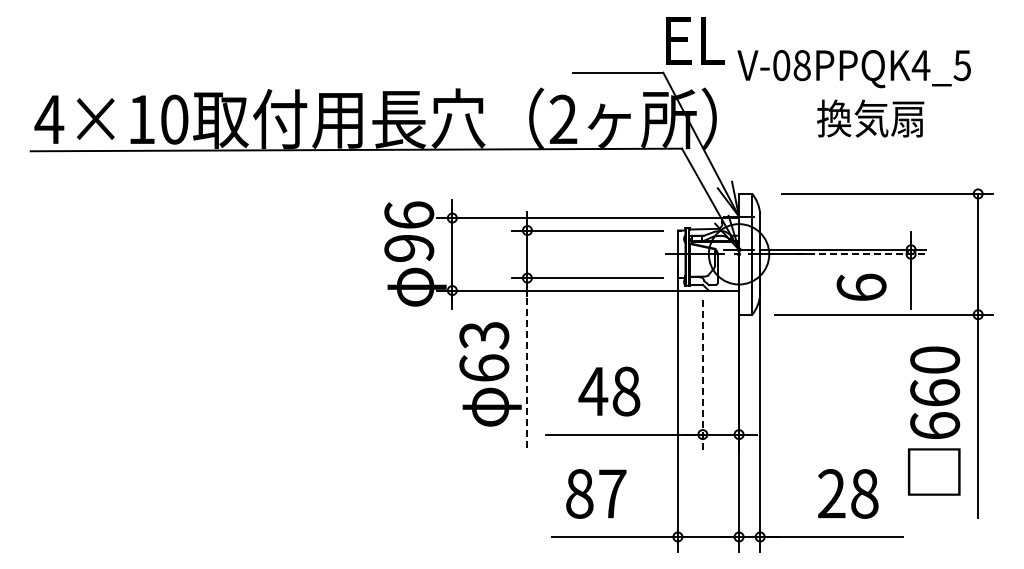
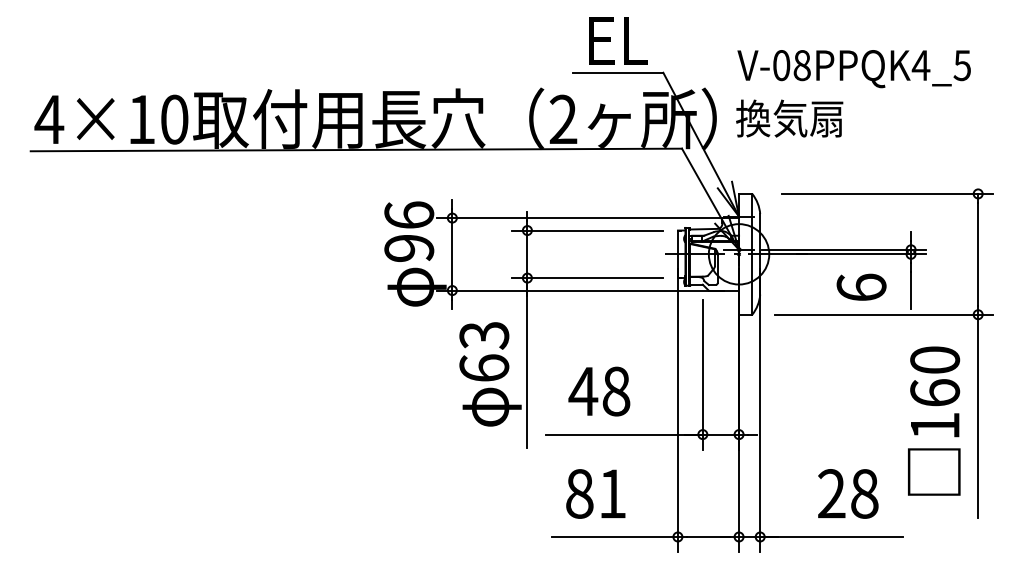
text at (695, 40) position: (695, 40) -> (618, 40)
text at (870, 118) position: (870, 118) -> (789, 118)
line at (862, 254): dashed -> solid
line at (527, 363): dashed -> solid
line at (702, 374): dashed -> solid
text at (609, 391) position: (609, 391) -> (599, 391)
text at (935, 425): 660 -> 160
text at (612, 493): 87 -> 81
